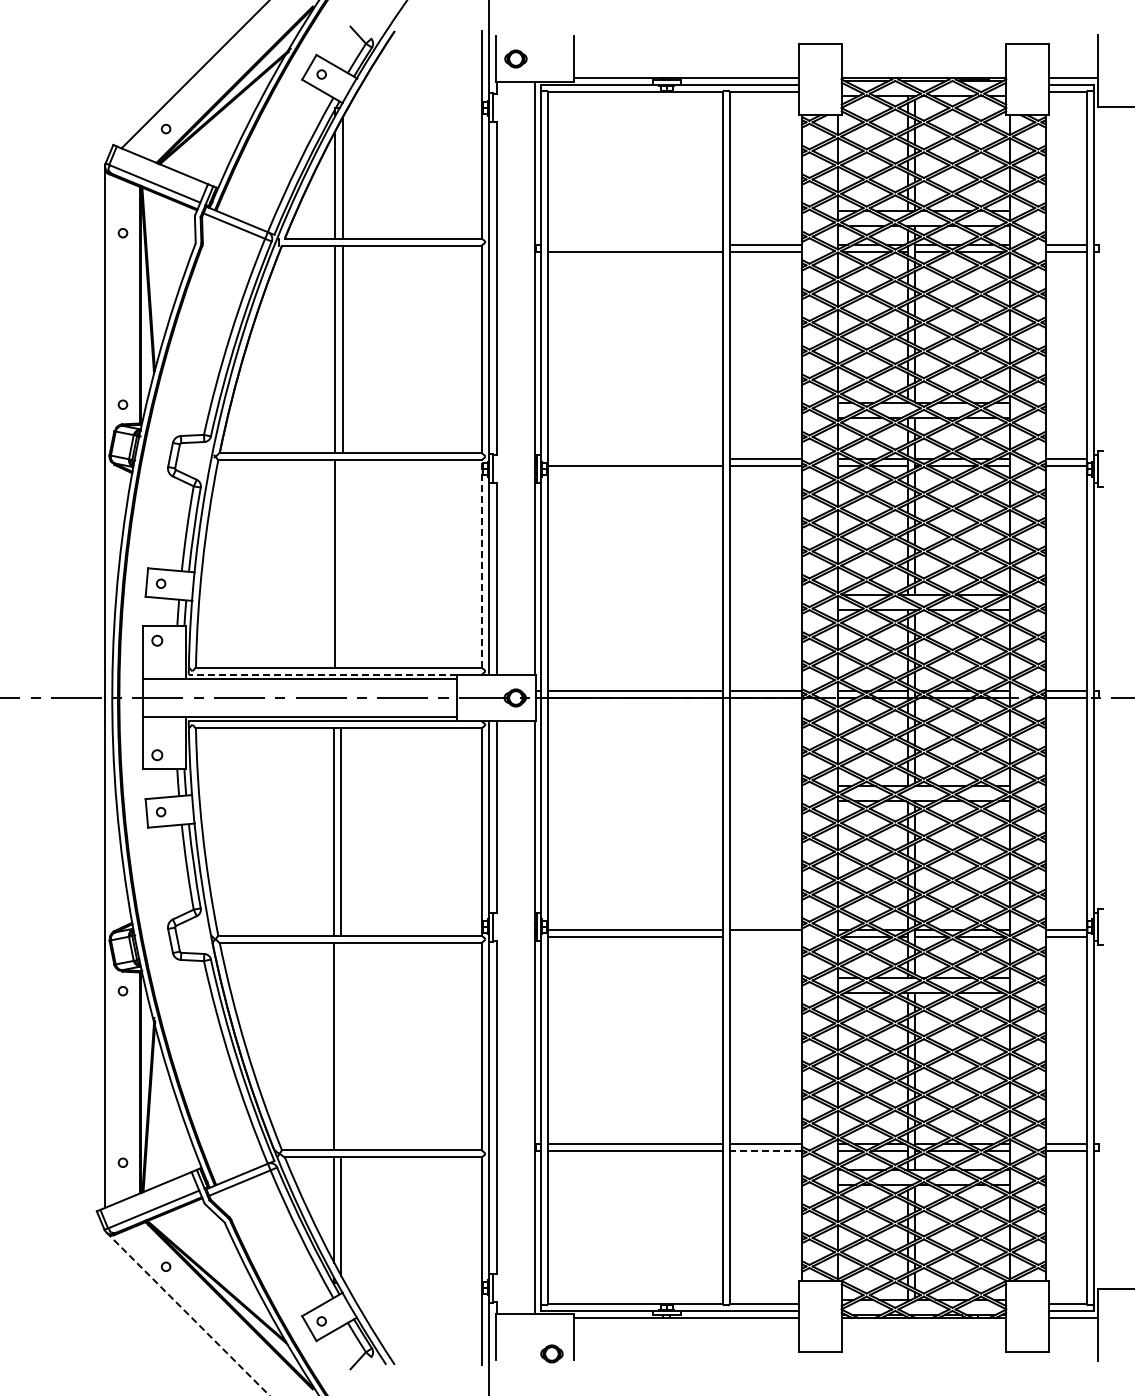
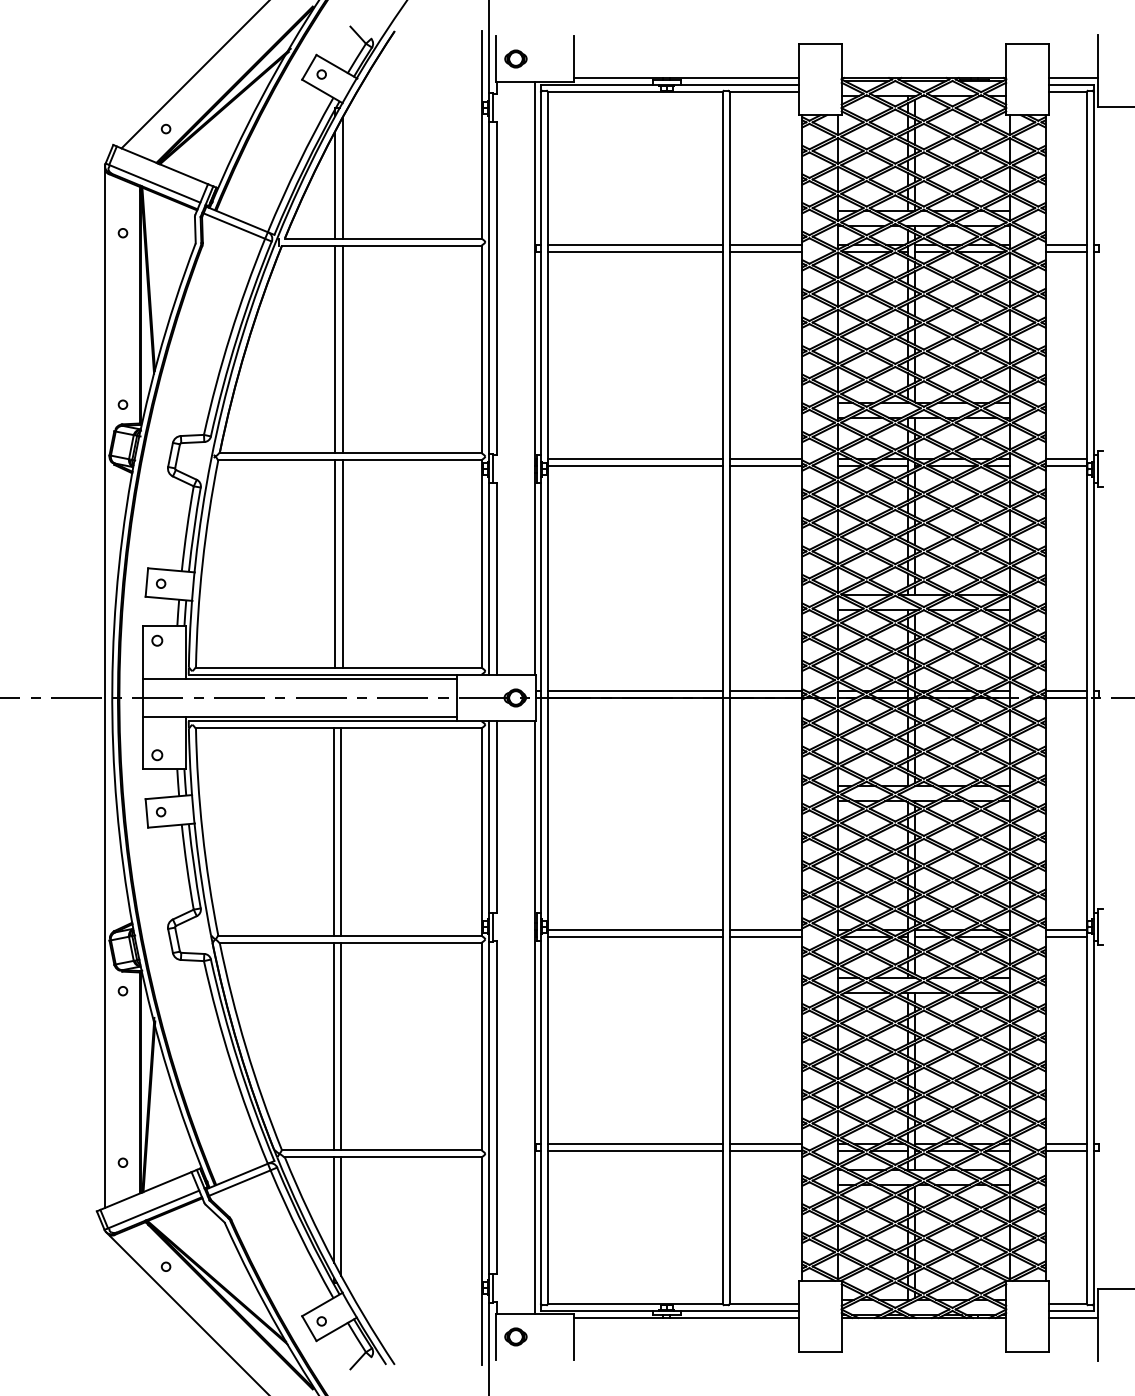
line at (635, 244): none -> present
line at (635, 459): none -> present
line at (342, 563): none -> present
line at (482, 563): dashed -> solid
line at (322, 674): dashed -> solid
line at (765, 936): none -> present
line at (341, 1046): none -> present
line at (765, 1151): dashed -> solid
line at (188, 1314): dashed -> solid
part at (551, 1353) position: (551, 1353) -> (515, 1336)
